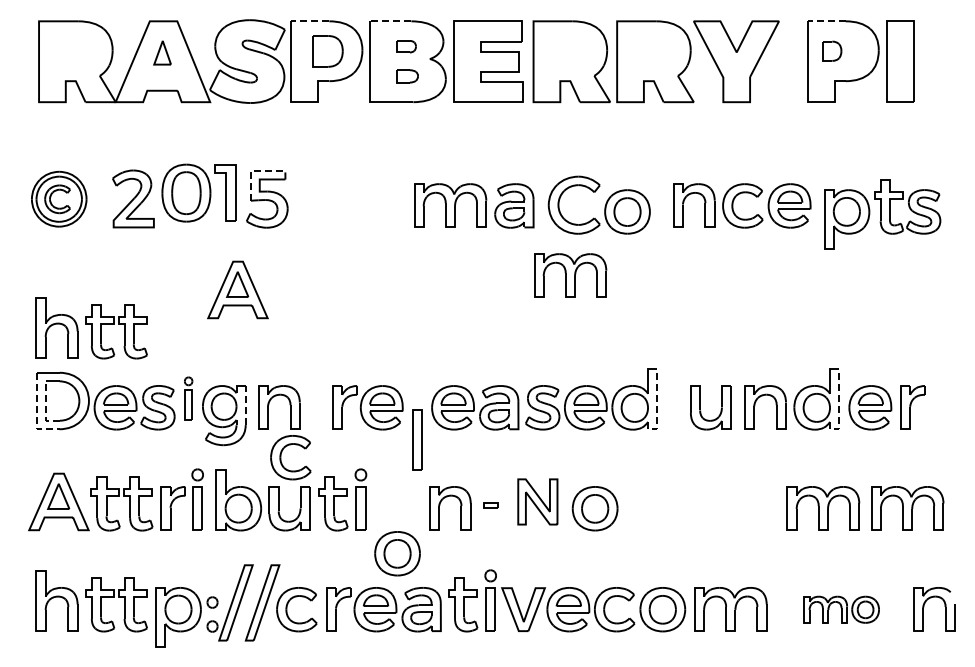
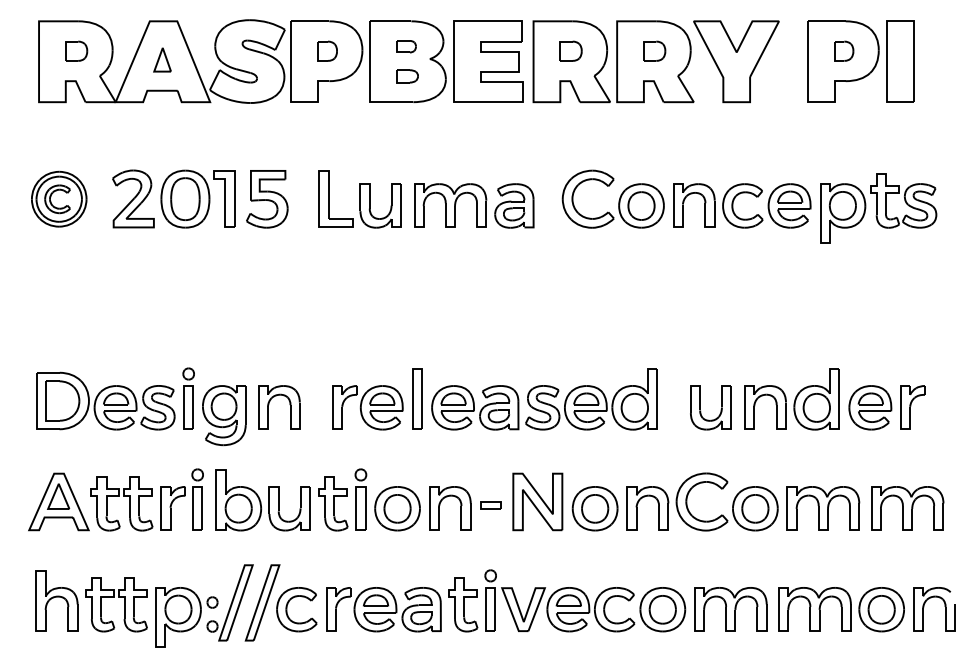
line at (310, 21): dashed -> solid
line at (390, 21): dashed -> solid
line at (826, 21): dashed -> solid
part at (76, 50): none -> present
part at (570, 50): none -> present
part at (654, 50): none -> present
part at (832, 50) position: (832, 50) -> (844, 50)
part at (327, 51) size: 32x33 px -> 21x22 px
part at (162, 52) position: (162, 52) -> (162, 59)
line at (257, 170): dashed -> solid
part at (198, 192) position: (198, 192) -> (197, 198)
part at (359, 199): none -> present
part at (604, 206) position: (604, 206) -> (618, 200)
part at (882, 214) position: (882, 214) -> (878, 208)
part at (570, 275): present -> none
part at (237, 289): present -> none
part at (91, 328): present -> none
part at (188, 398) size: 10x45 px -> 13x63 px
line at (245, 405): dashed -> solid
line at (46, 407): dashed -> solid
line at (657, 409): dashed -> solid
line at (839, 409): dashed -> solid
line at (36, 413): dashed -> solid
part at (417, 439) position: (417, 439) -> (417, 398)
part at (281, 457): present -> none
part at (537, 501) size: 42x48 px -> 52x60 px
part at (687, 501): none -> present
part at (490, 505) size: 16x7 px -> 22x9 px
part at (397, 553) position: (397, 553) -> (397, 508)
part at (841, 609) size: 77x29 px -> 127x46 px
